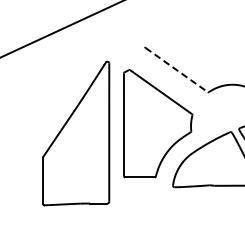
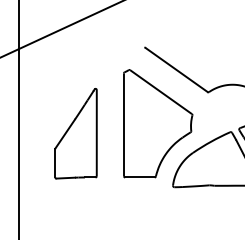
line at (177, 70): dashed -> solid
line at (18, 119): none -> present
part at (76, 133) size: 69x147 px -> 44x92 px
